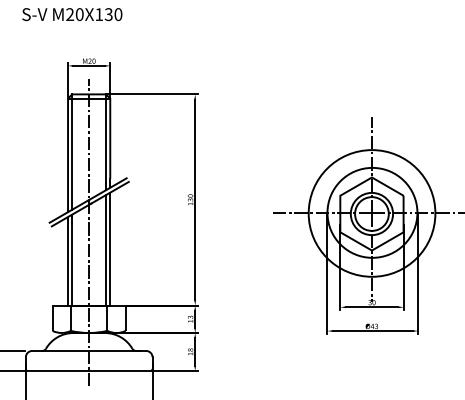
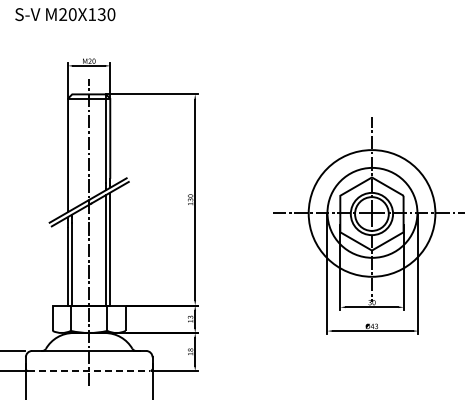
text at (72, 14) position: (72, 14) -> (65, 14)
line at (72, 151): present -> none
line at (89, 371): solid -> dashed
